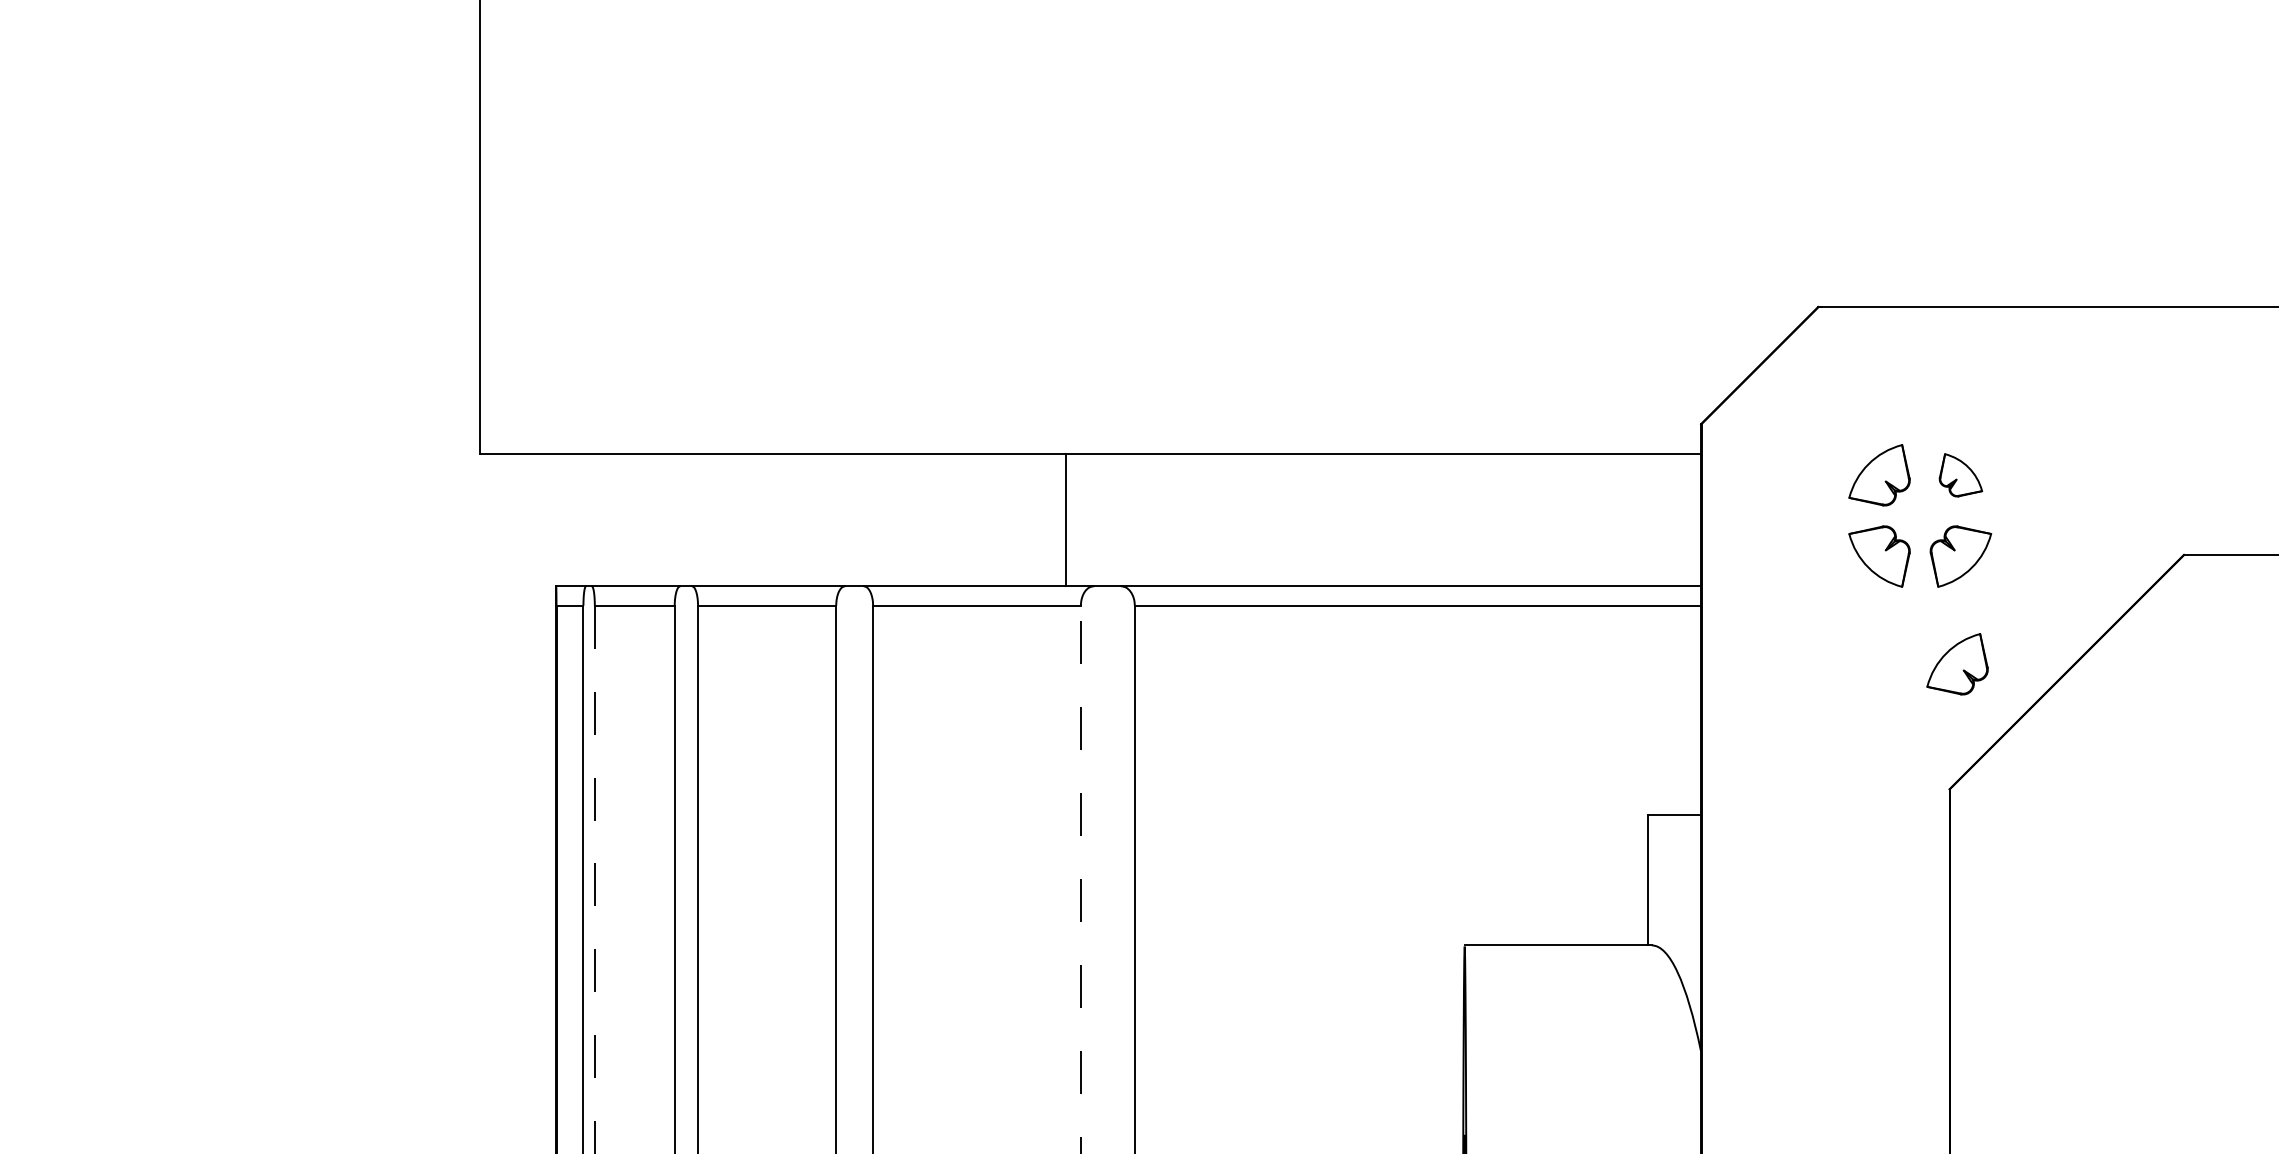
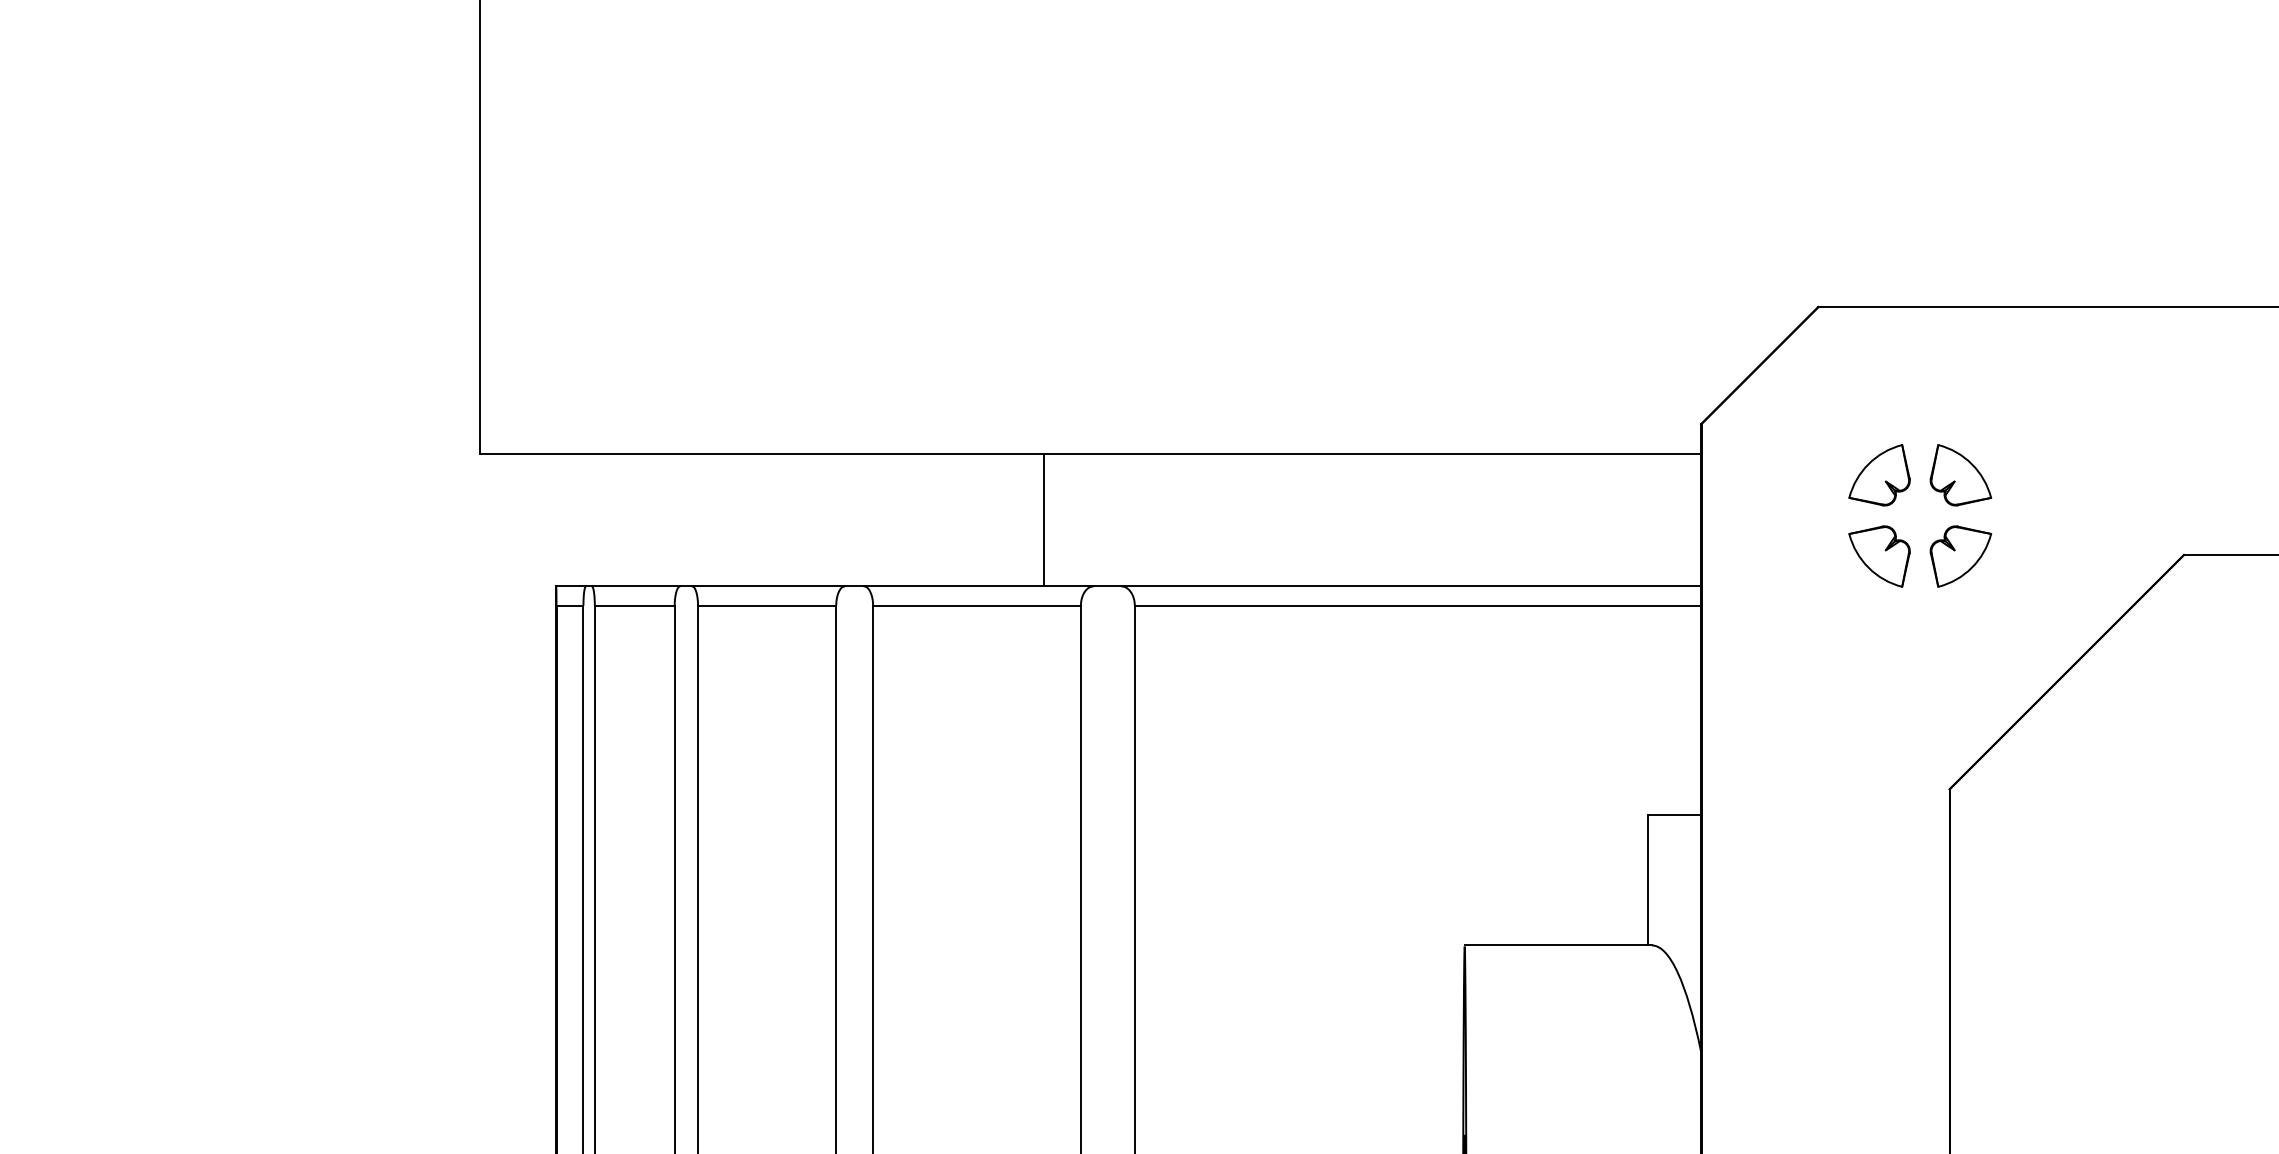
part at (1960, 475) size: 46x45 px -> 64x63 px
line at (1066, 519) position: (1066, 519) -> (1044, 519)
part at (1957, 664): present -> none
line at (594, 879): dashed -> solid
line at (1080, 879): dashed -> solid
